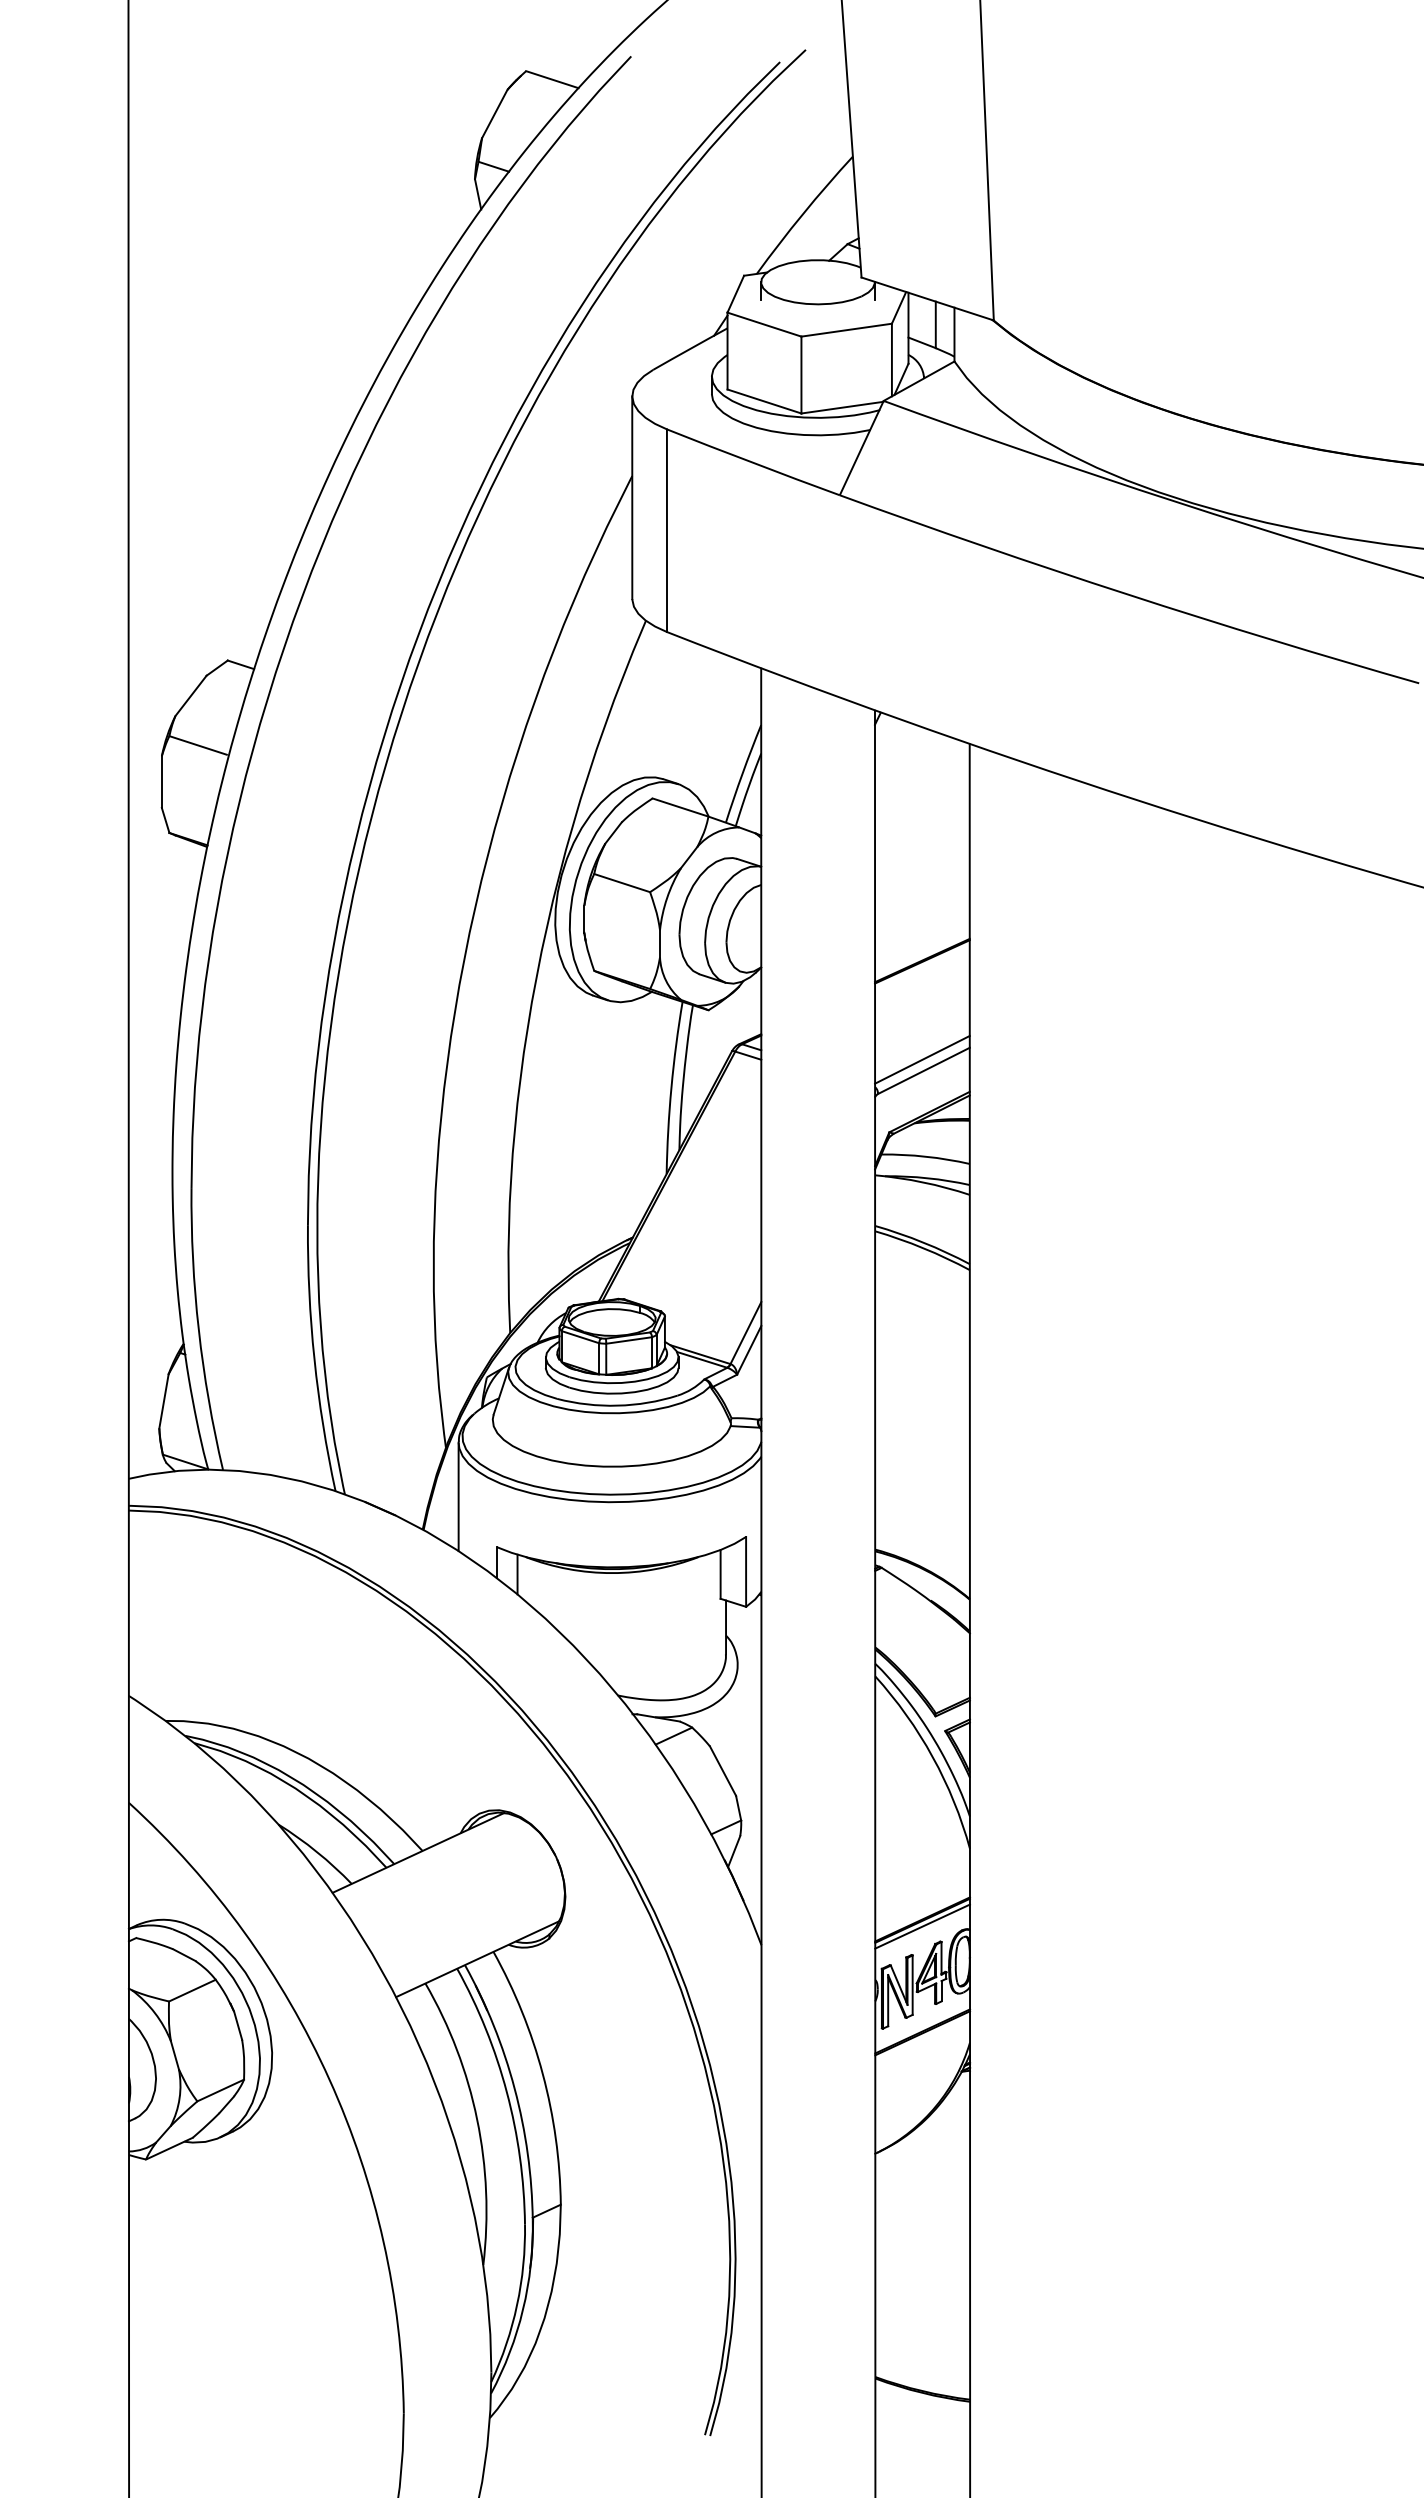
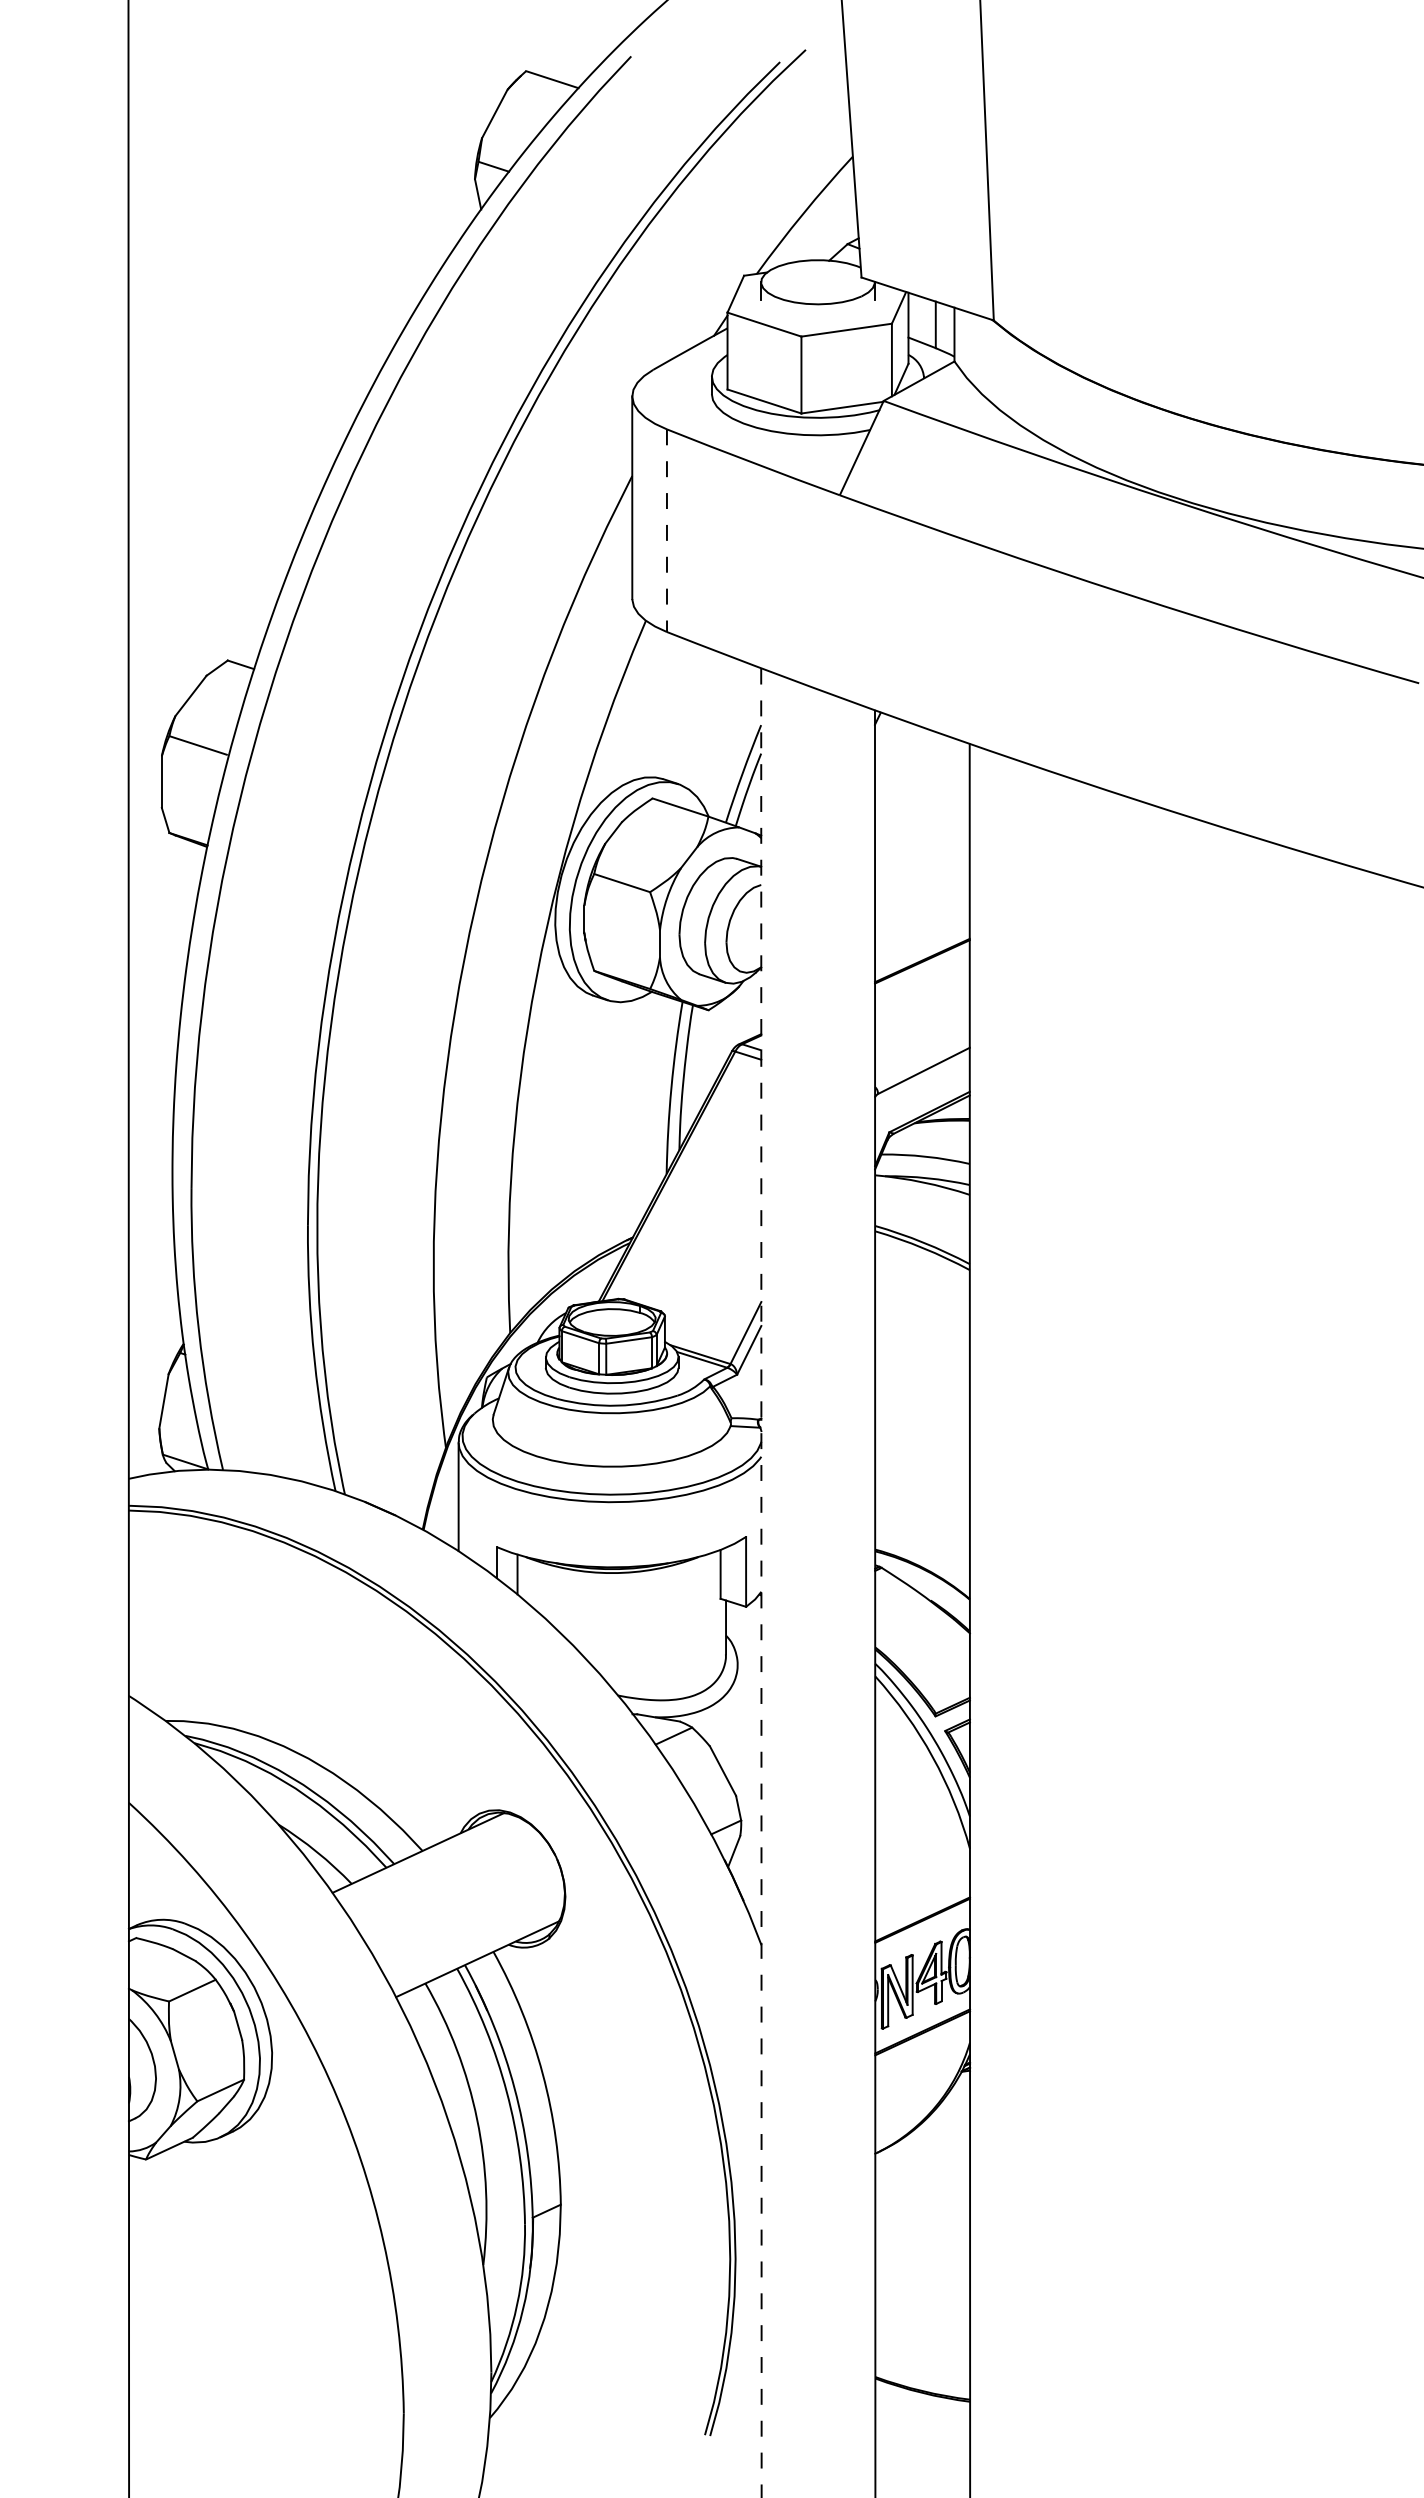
line at (666, 531): solid -> dashed
line at (922, 1059): present -> none
line at (761, 1583): solid -> dashed
line at (922, 1926): present -> none
